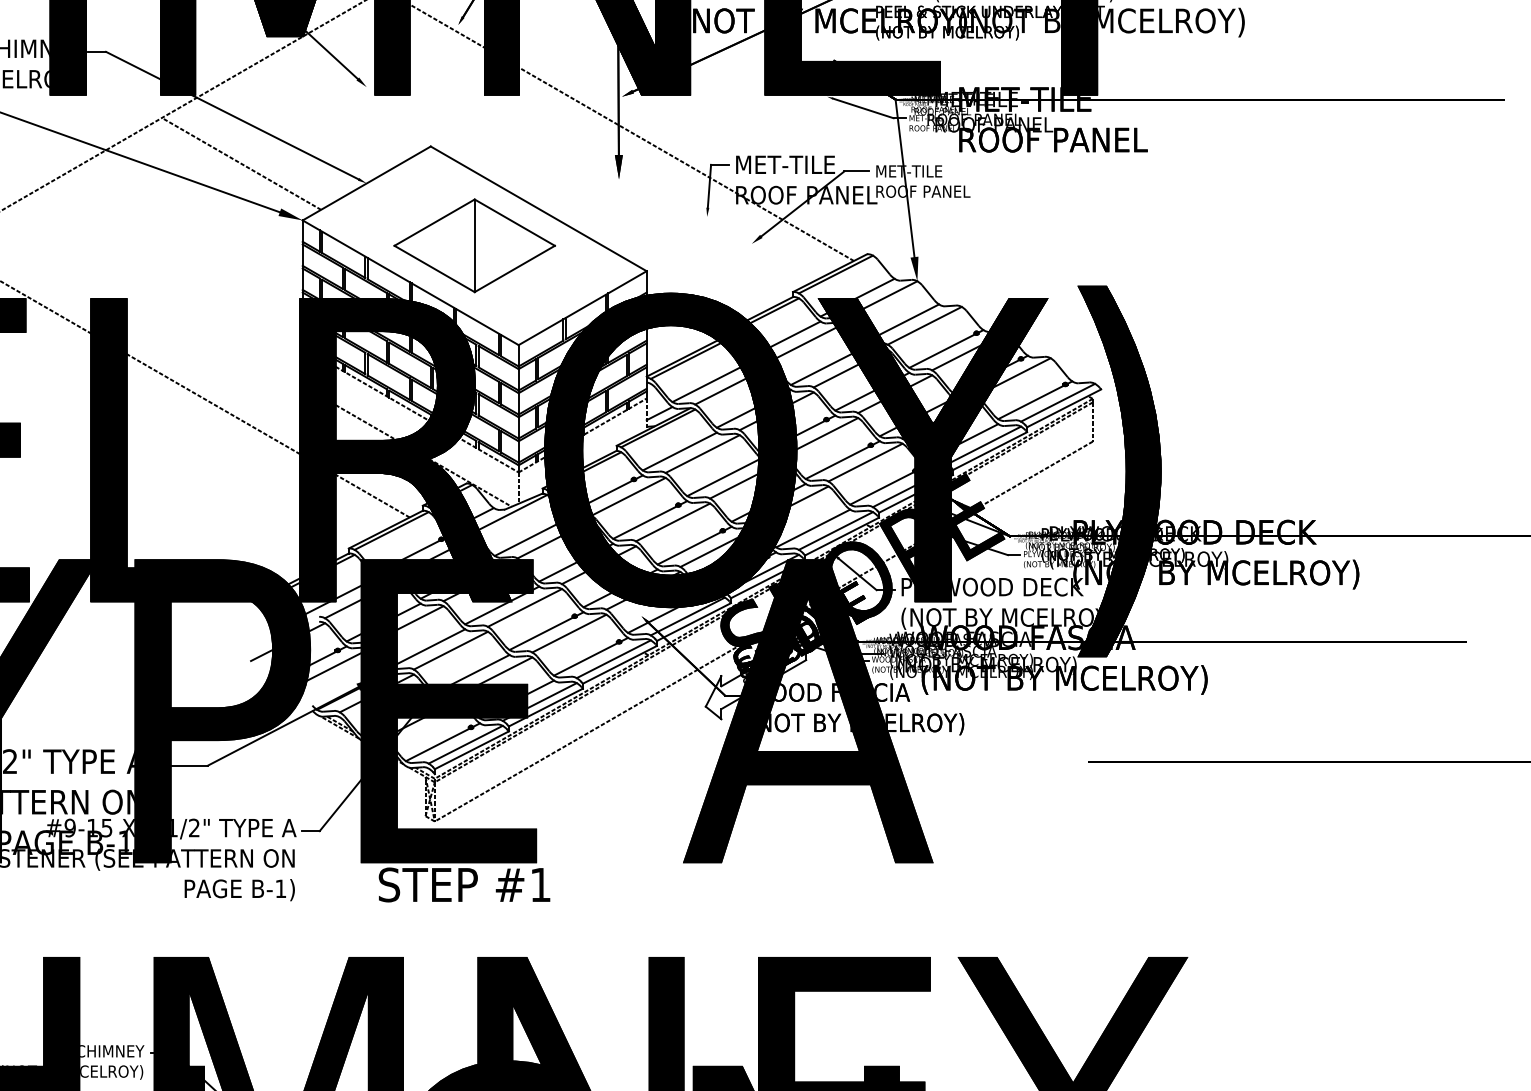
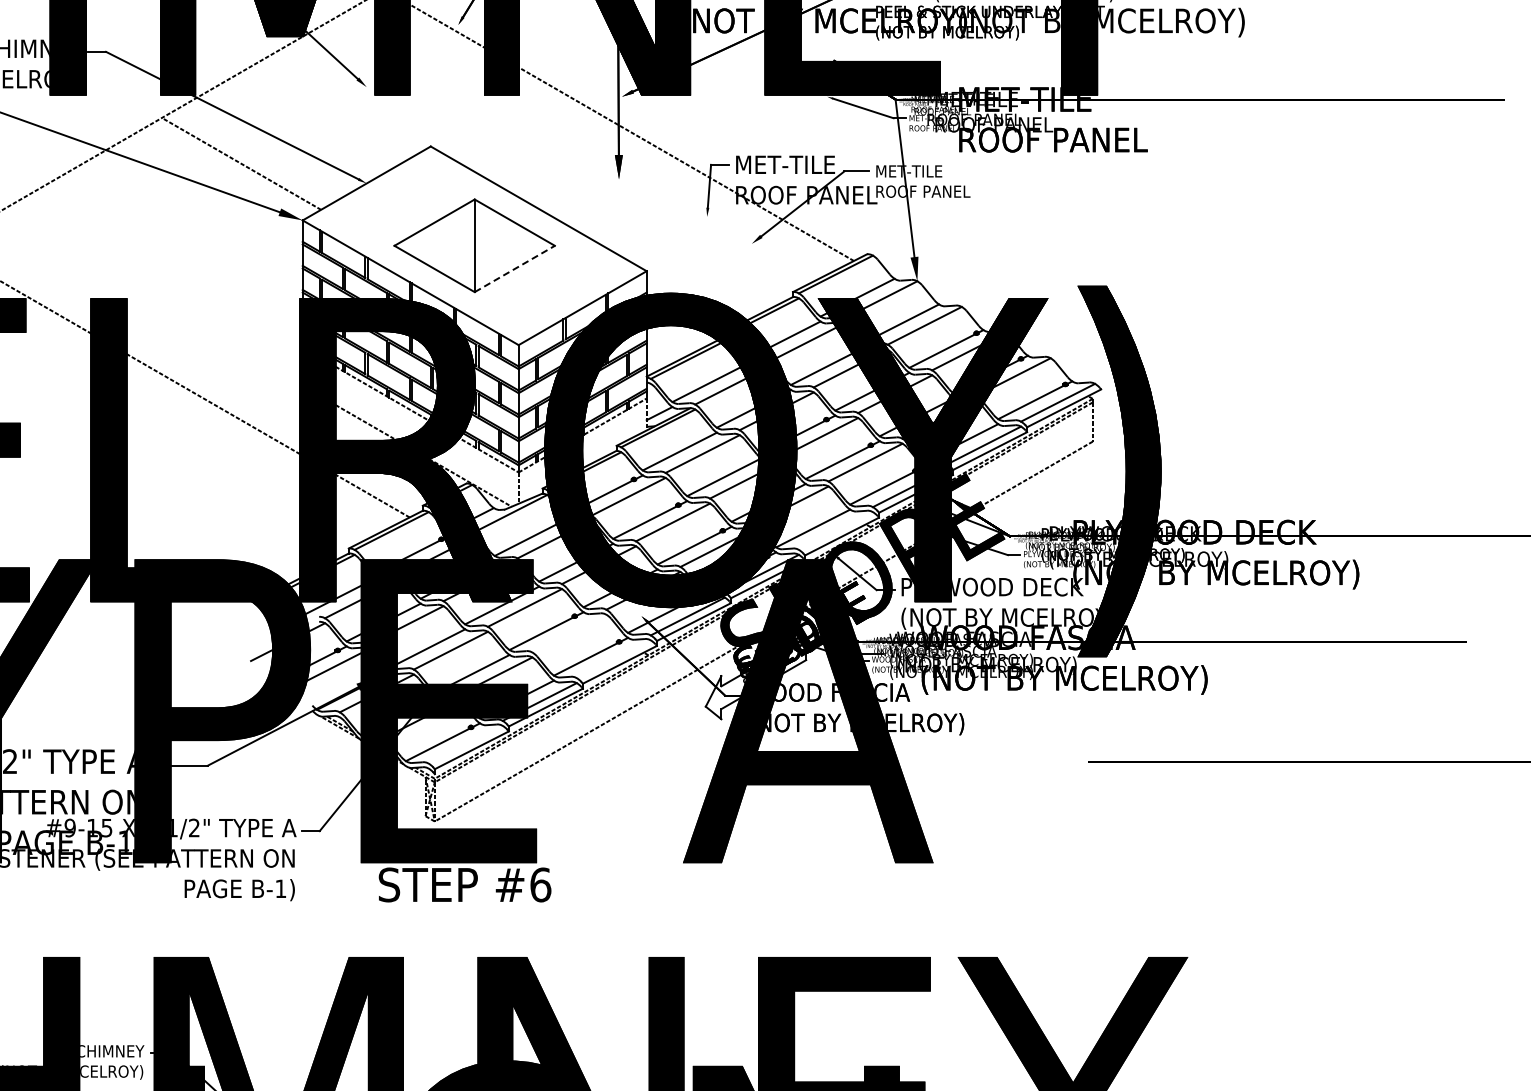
line at (515, 268): solid -> dashed
line at (835, 530): present -> none
line at (569, 633): present -> none
line at (613, 659): present -> none
line at (465, 744): present -> none
text at (540, 884): #1 -> #6
